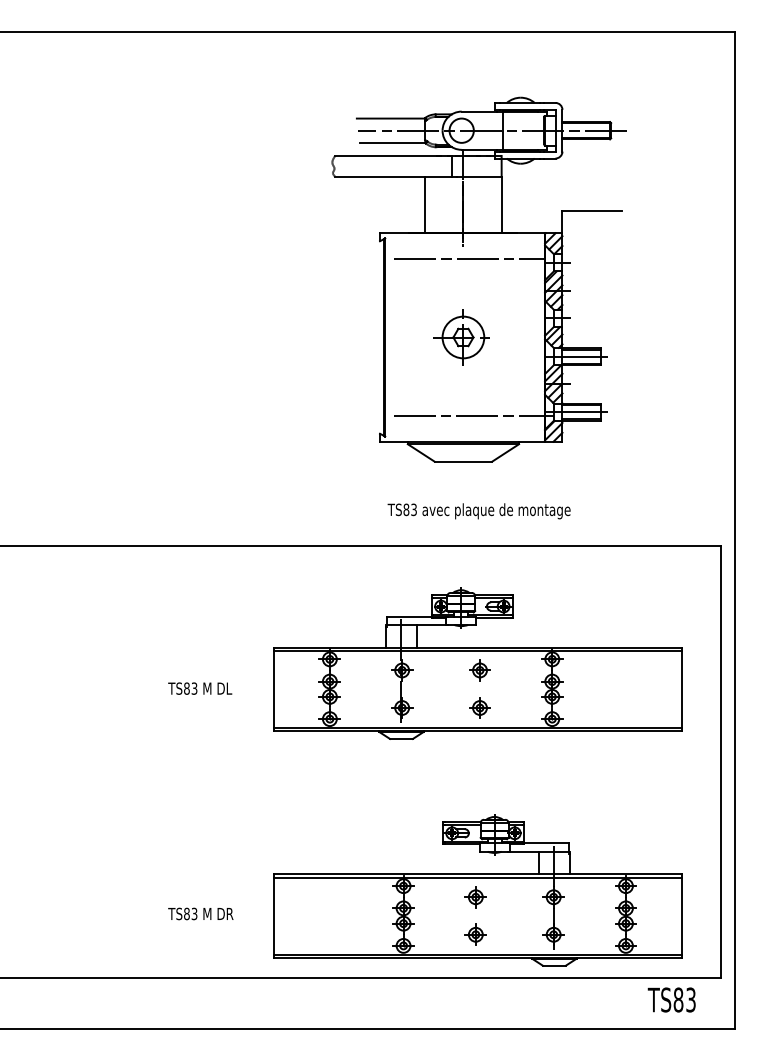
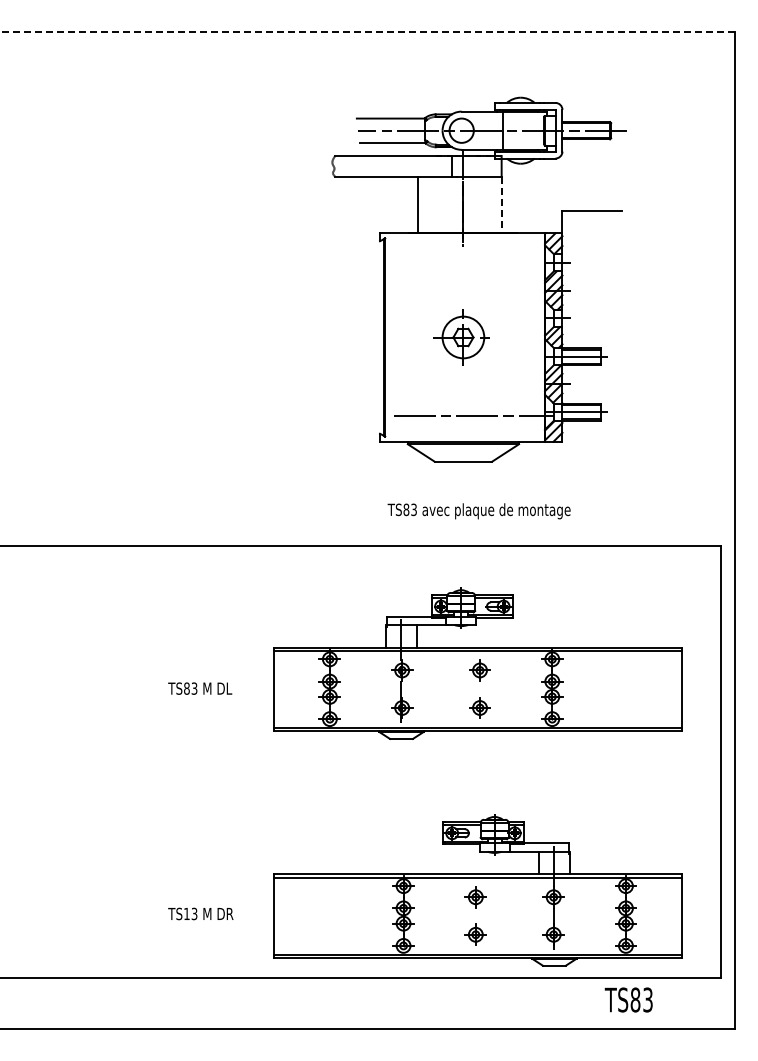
line at (367, 31): solid -> dashed
line at (425, 204) position: (425, 204) -> (418, 204)
line at (501, 205): solid -> dashed
line at (469, 259): present -> none
text at (186, 913): TS83 -> TS13
text at (671, 999) position: (671, 999) -> (628, 999)
